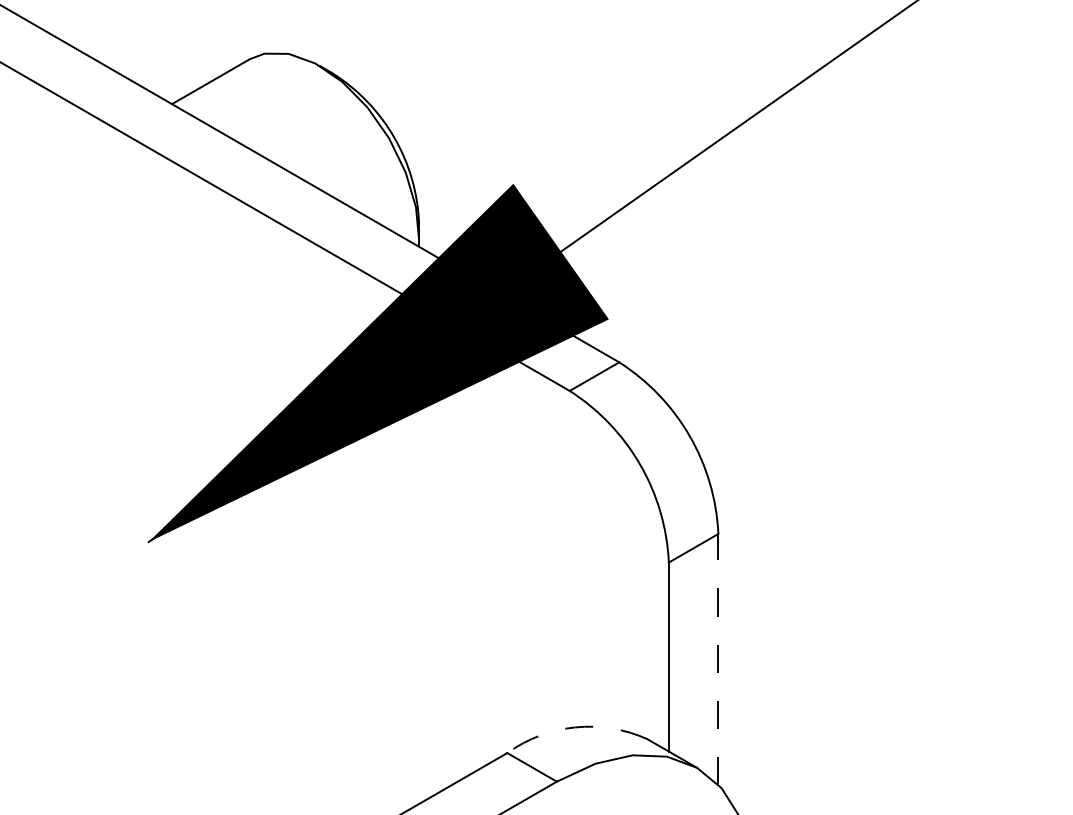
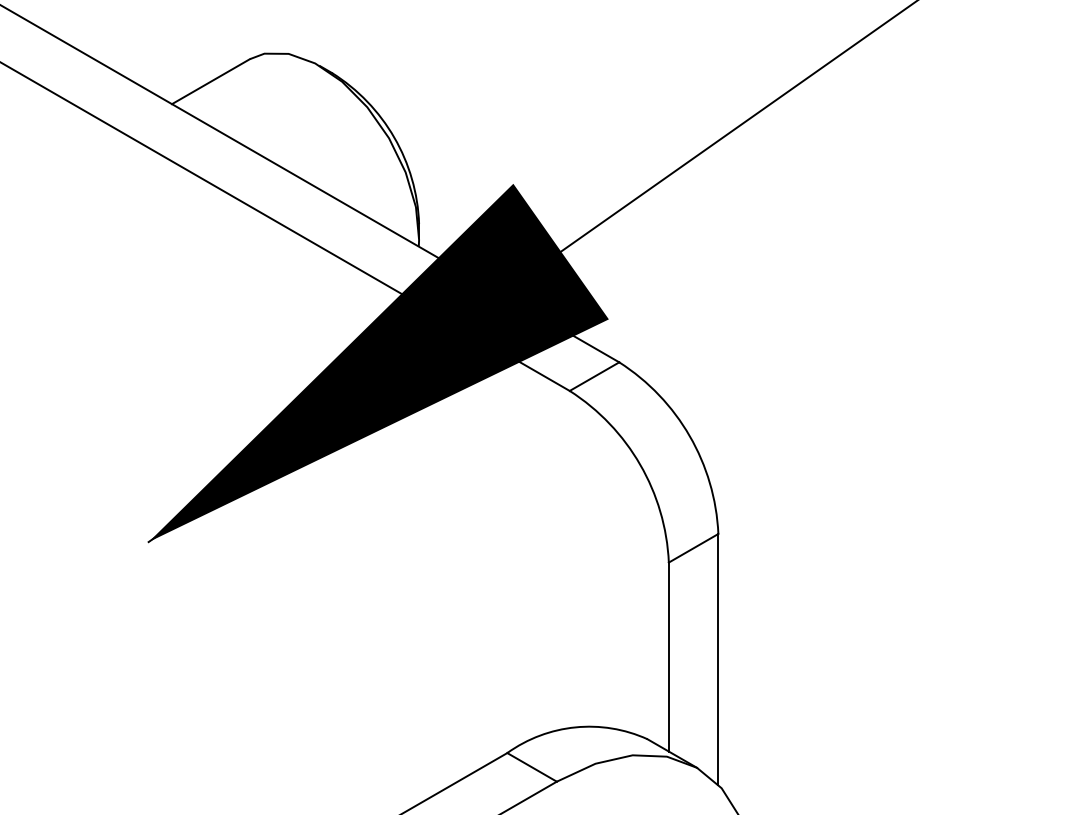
line at (718, 658): dashed -> solid
arc at (575, 727): dashed -> solid
